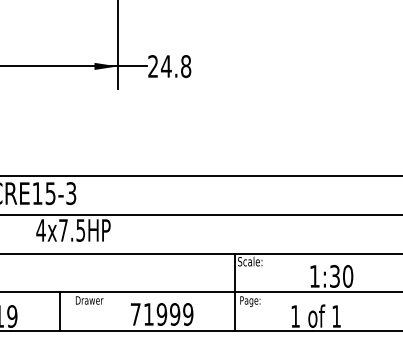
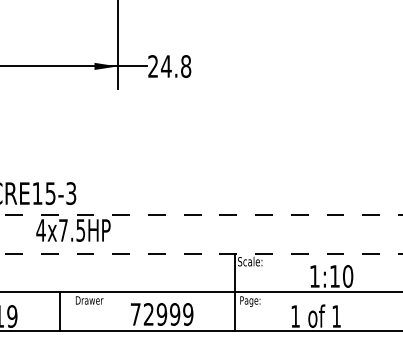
line at (200, 176): present -> none
line at (201, 215): solid -> dashed
line at (201, 253): solid -> dashed
text at (334, 276): 1:30 -> 1:10
text at (148, 314): 71999 -> 72999
